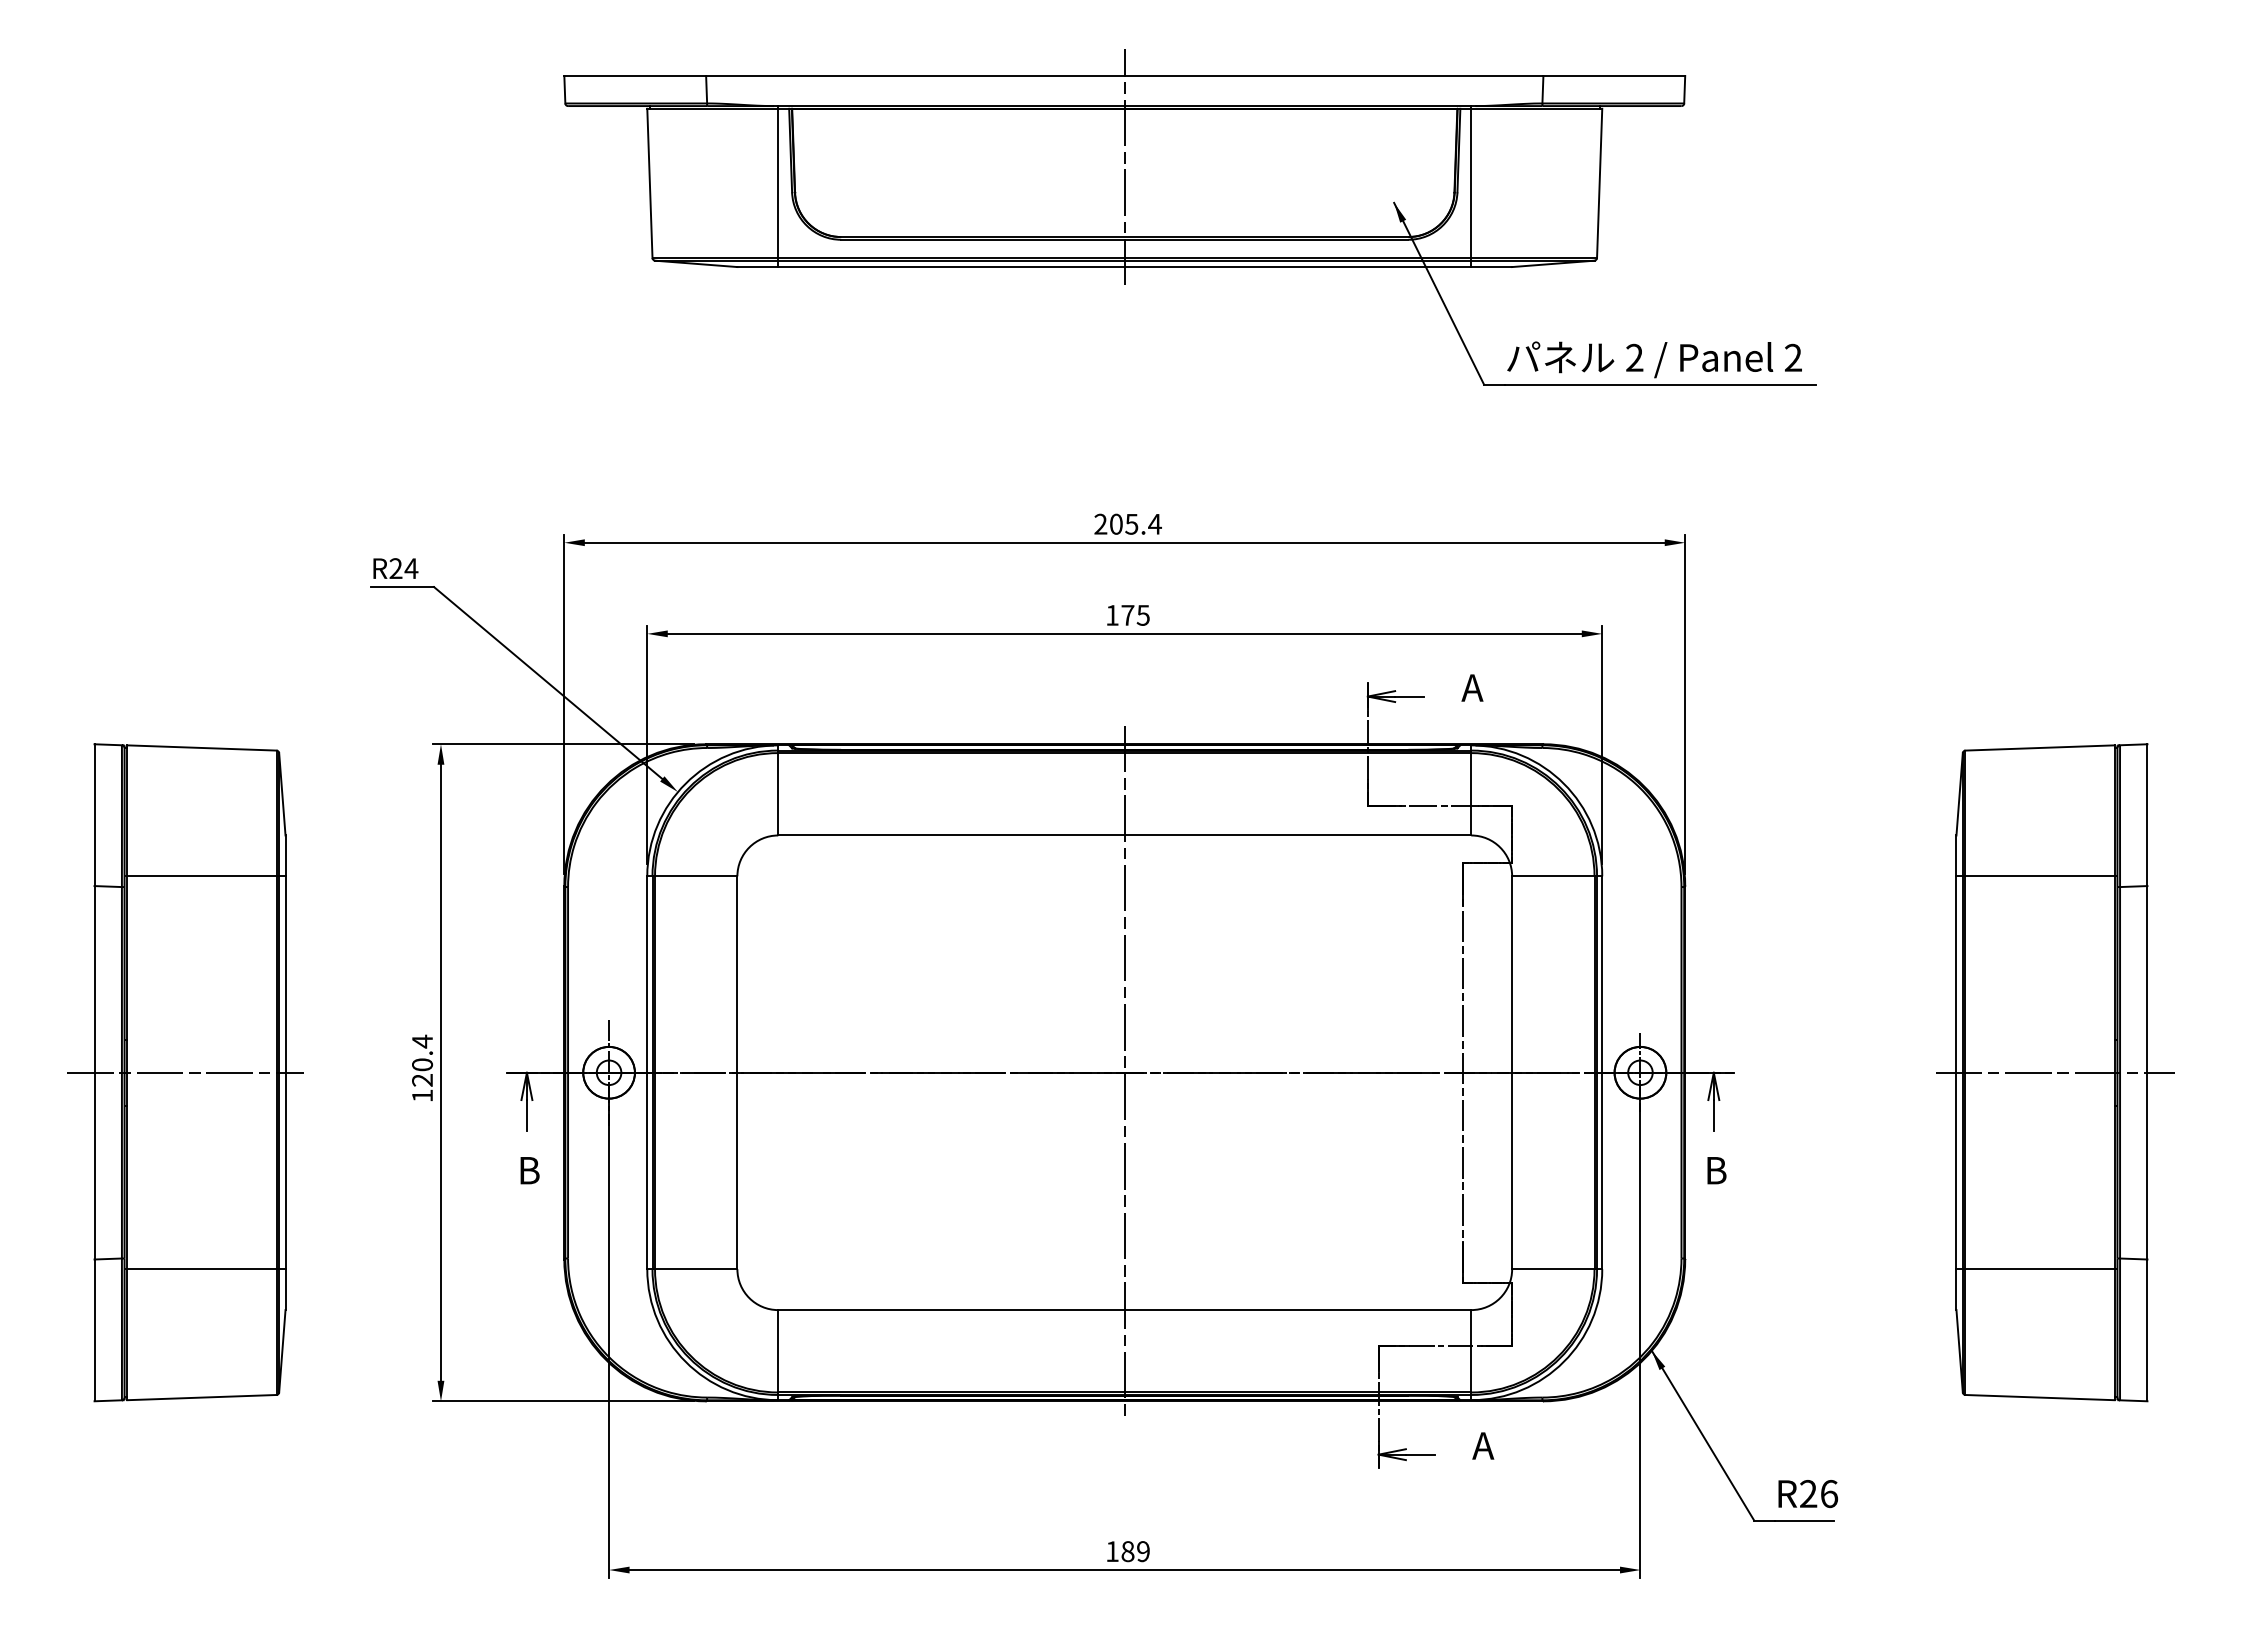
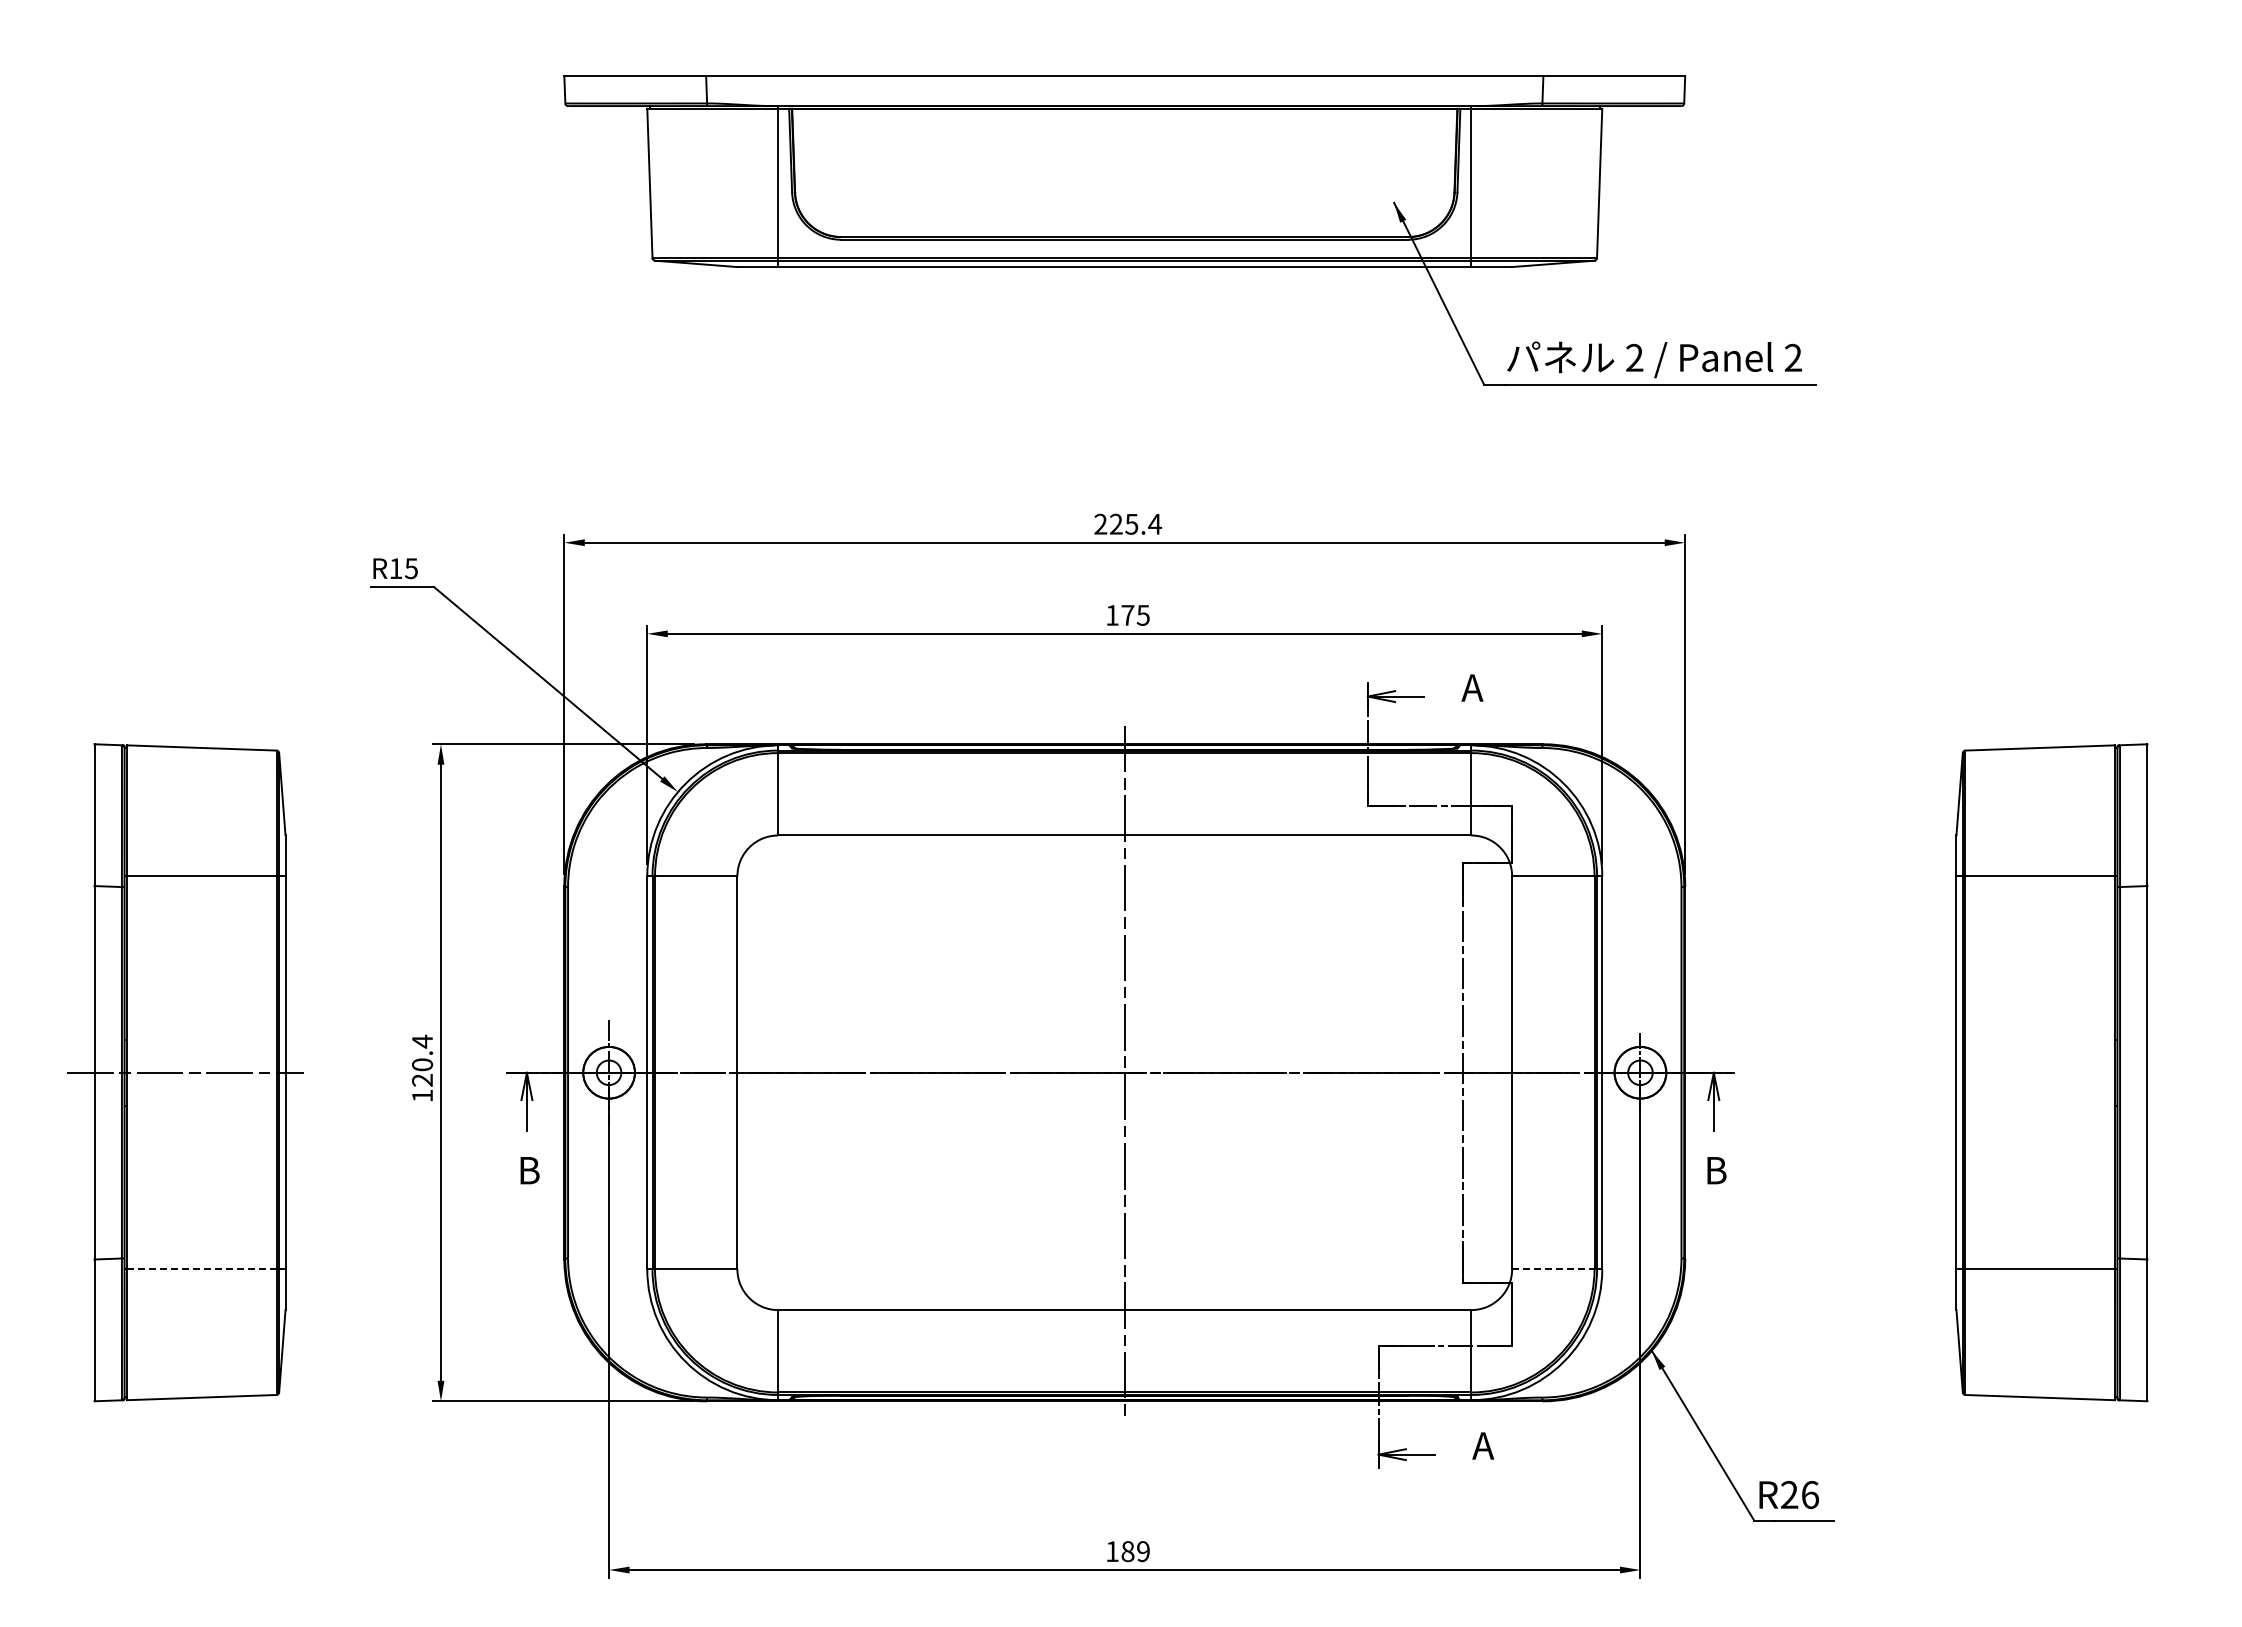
line at (1124, 166): present -> none
text at (1116, 523): 205.4 -> 225.4
text at (403, 568): R24 -> R15
line at (2054, 1072): present -> none
line at (201, 1269): solid -> dashed
line at (1553, 1269): solid -> dashed
text at (1807, 1494) position: (1807, 1494) -> (1788, 1495)
